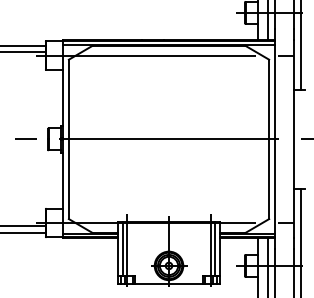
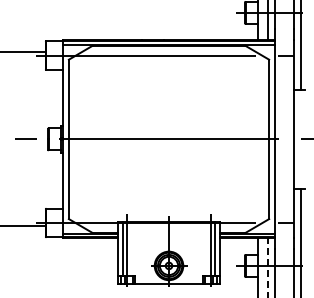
line at (23, 45): present -> none
line at (23, 232): present -> none
line at (268, 267): solid -> dashed
